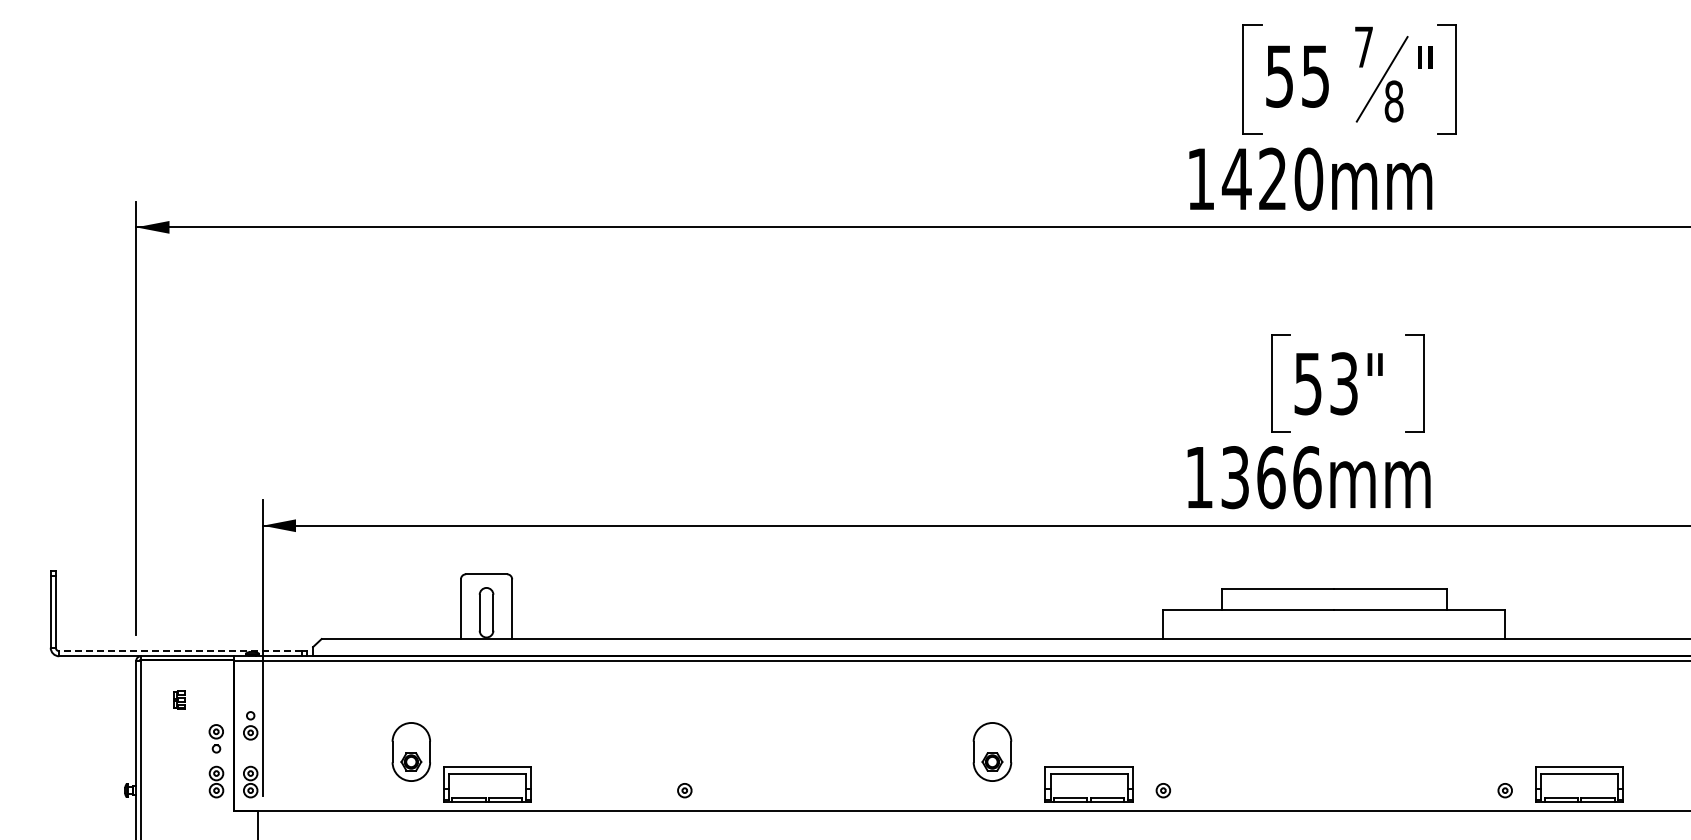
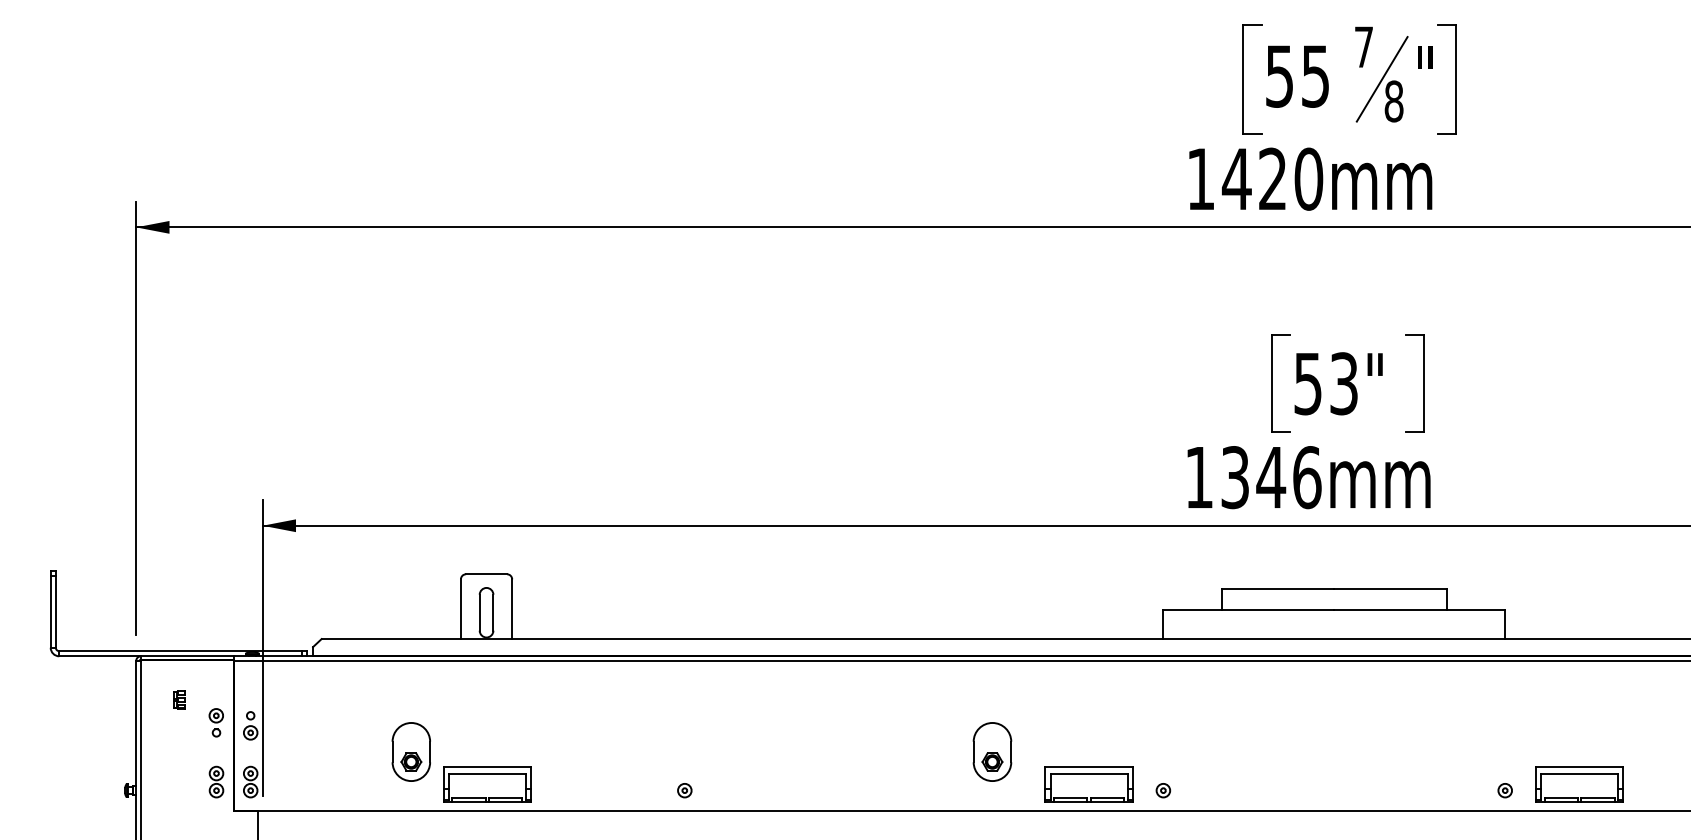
text at (1271, 477): 1366mm -> 1346mm
line at (180, 651): dashed -> solid
part at (215, 738) position: (215, 738) -> (215, 722)
